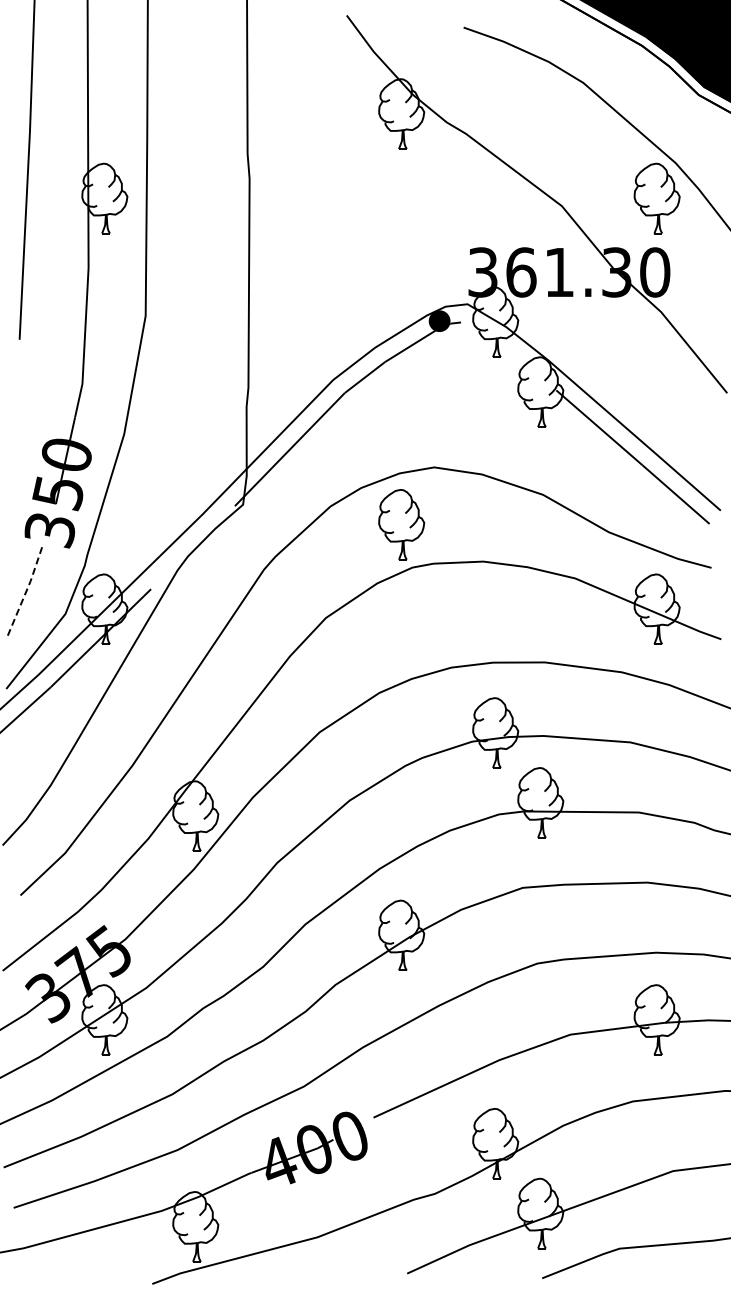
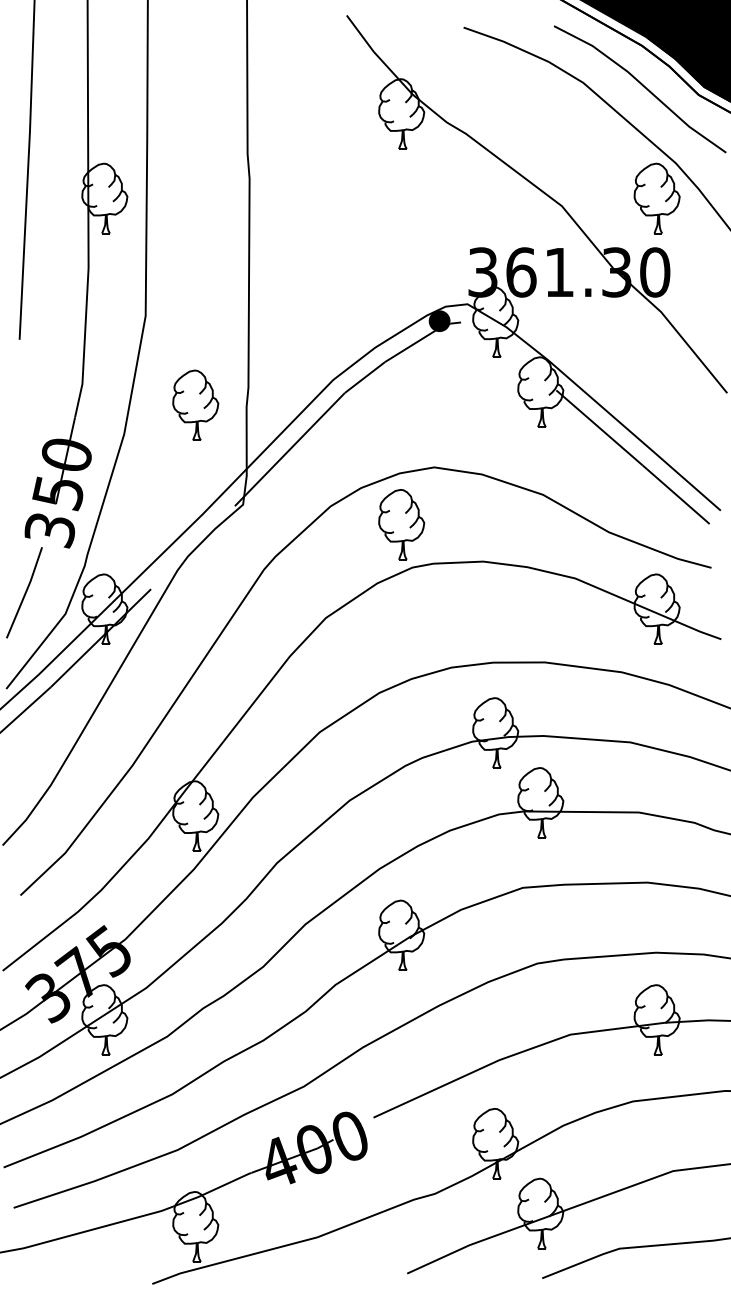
line at (642, 86): none -> present
part at (195, 404): none -> present
line at (25, 593): dashed -> solid
